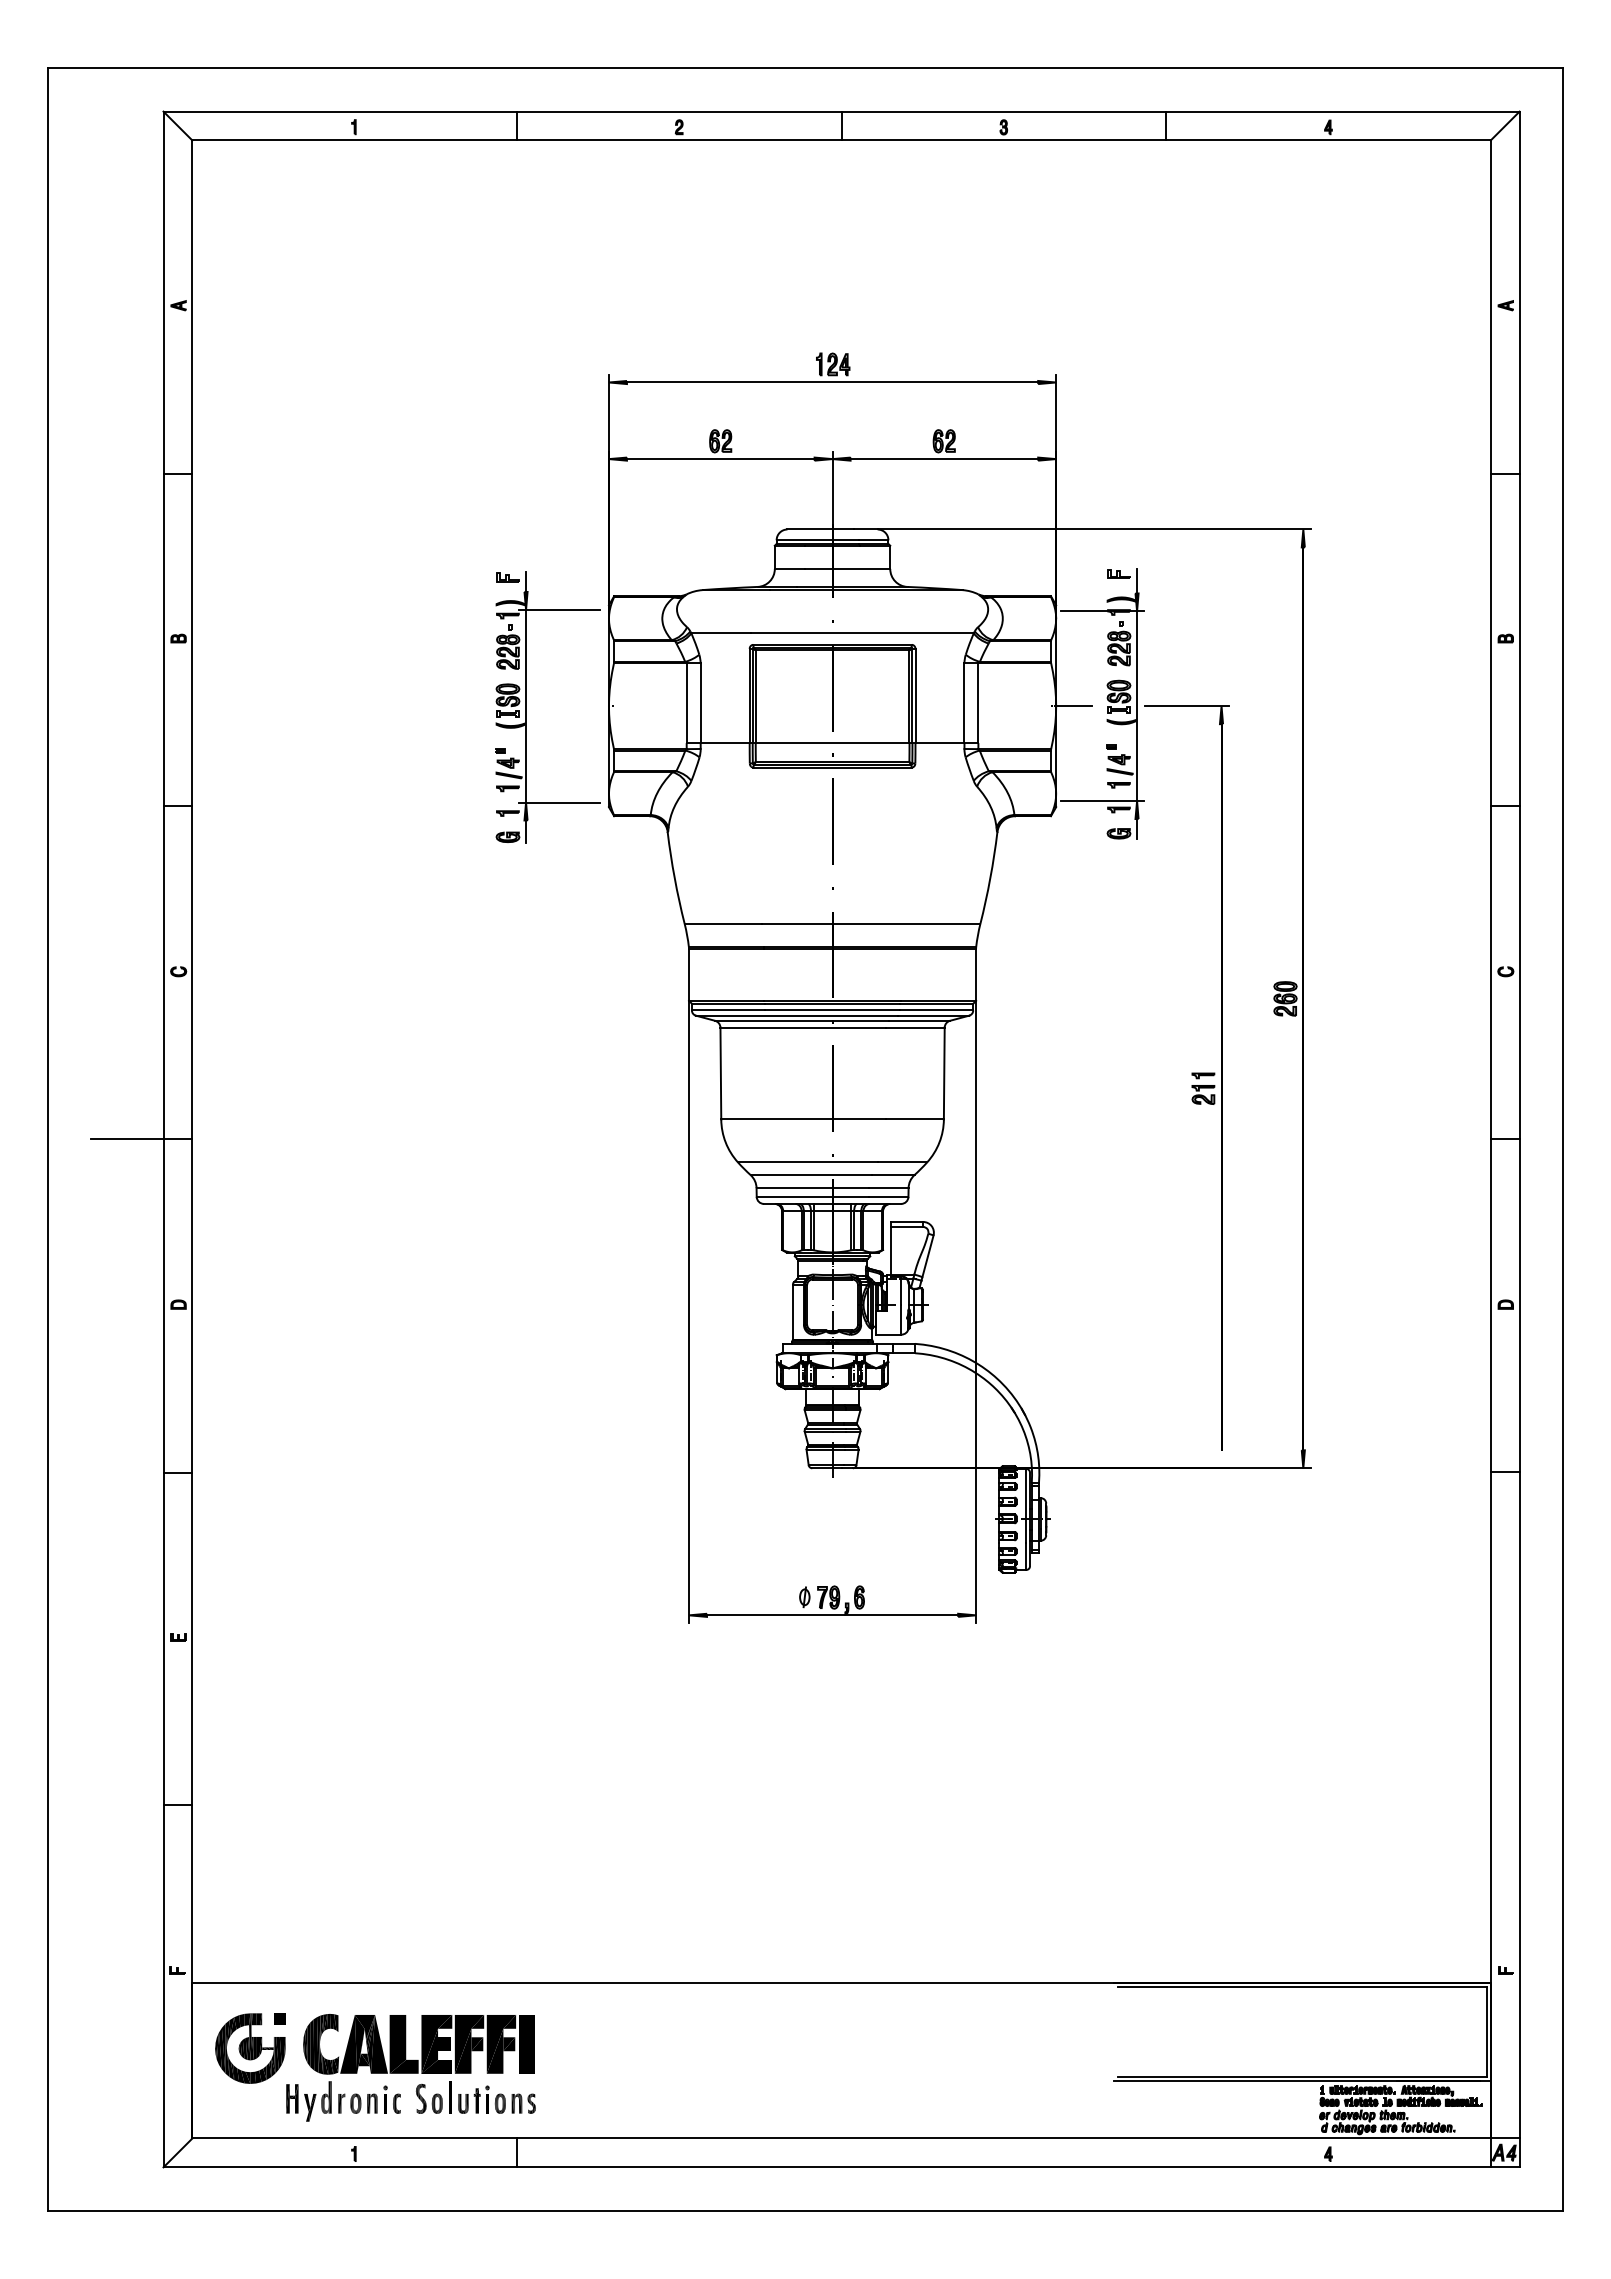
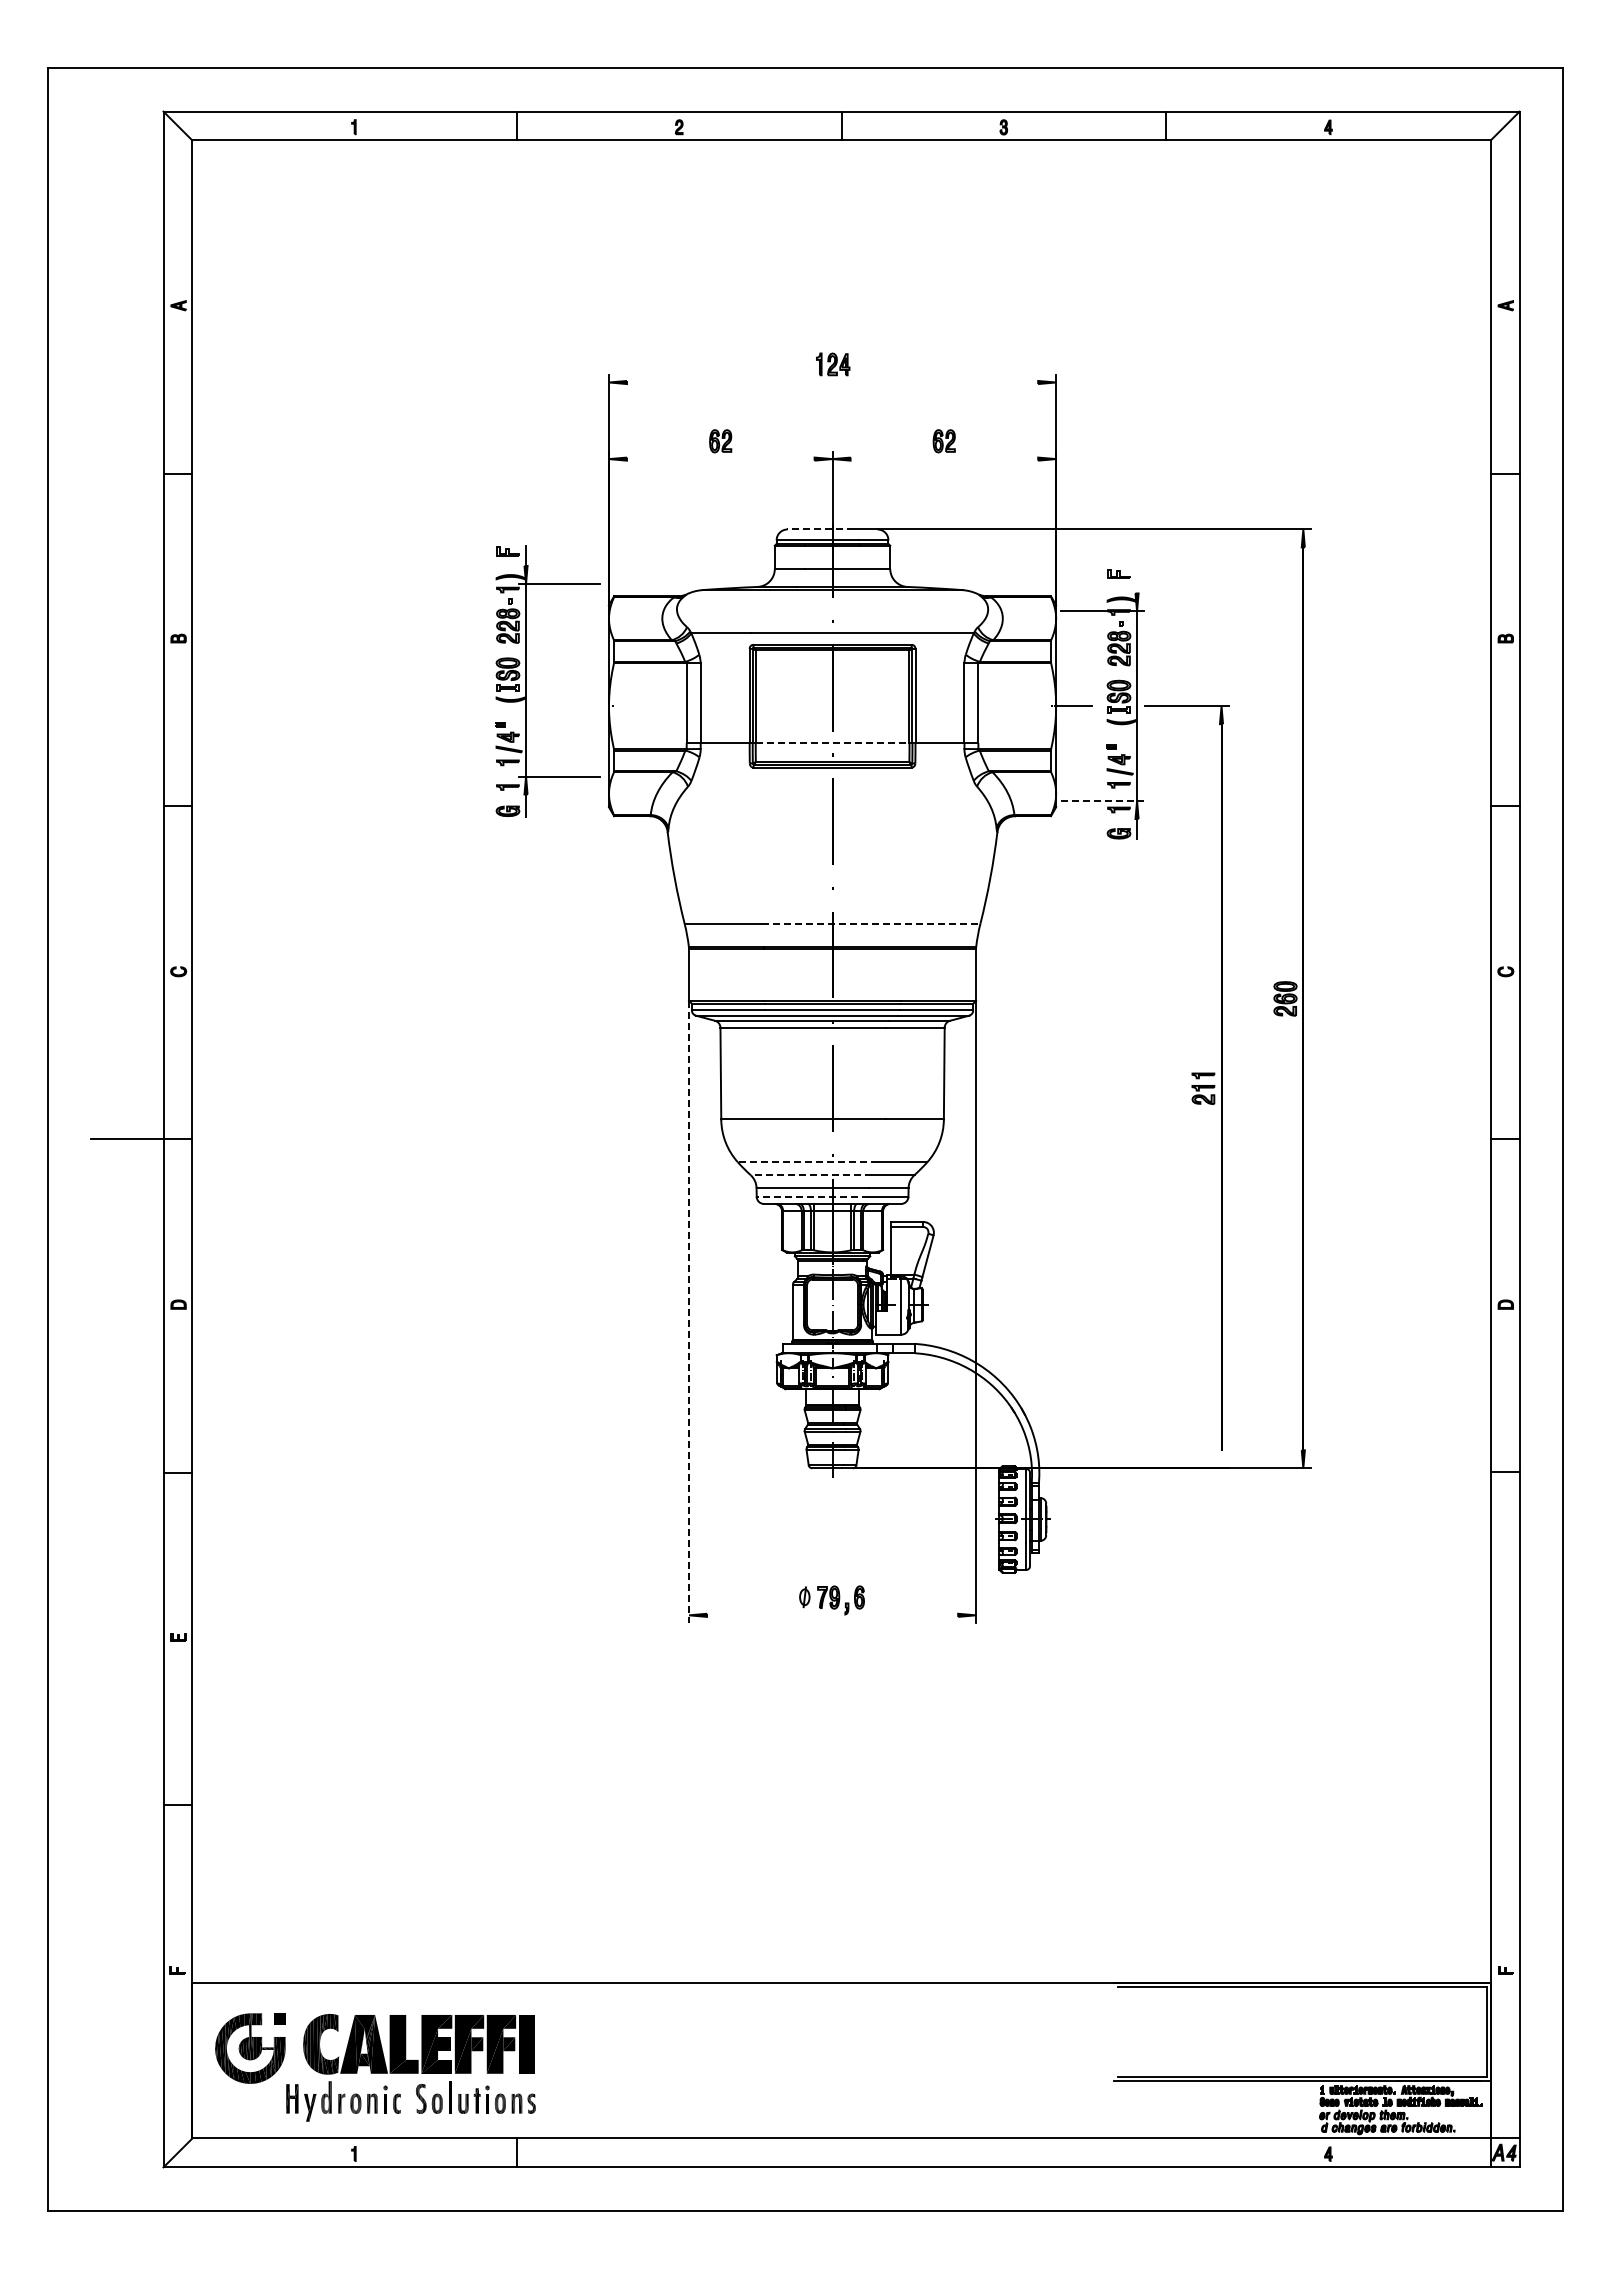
line at (832, 382): present -> none
line at (720, 459): present -> none
line at (944, 459): present -> none
line at (820, 529): solid -> dashed
line at (1137, 580): present -> none
part at (526, 707) position: (526, 707) -> (526, 681)
line at (832, 743): solid -> dashed
line at (1102, 801): solid -> dashed
line at (871, 923): solid -> dashed
line at (807, 1162): solid -> dashed
line at (811, 1175): solid -> dashed
line at (812, 1196): solid -> dashed
line at (689, 1311): solid -> dashed
line at (832, 1615): present -> none
